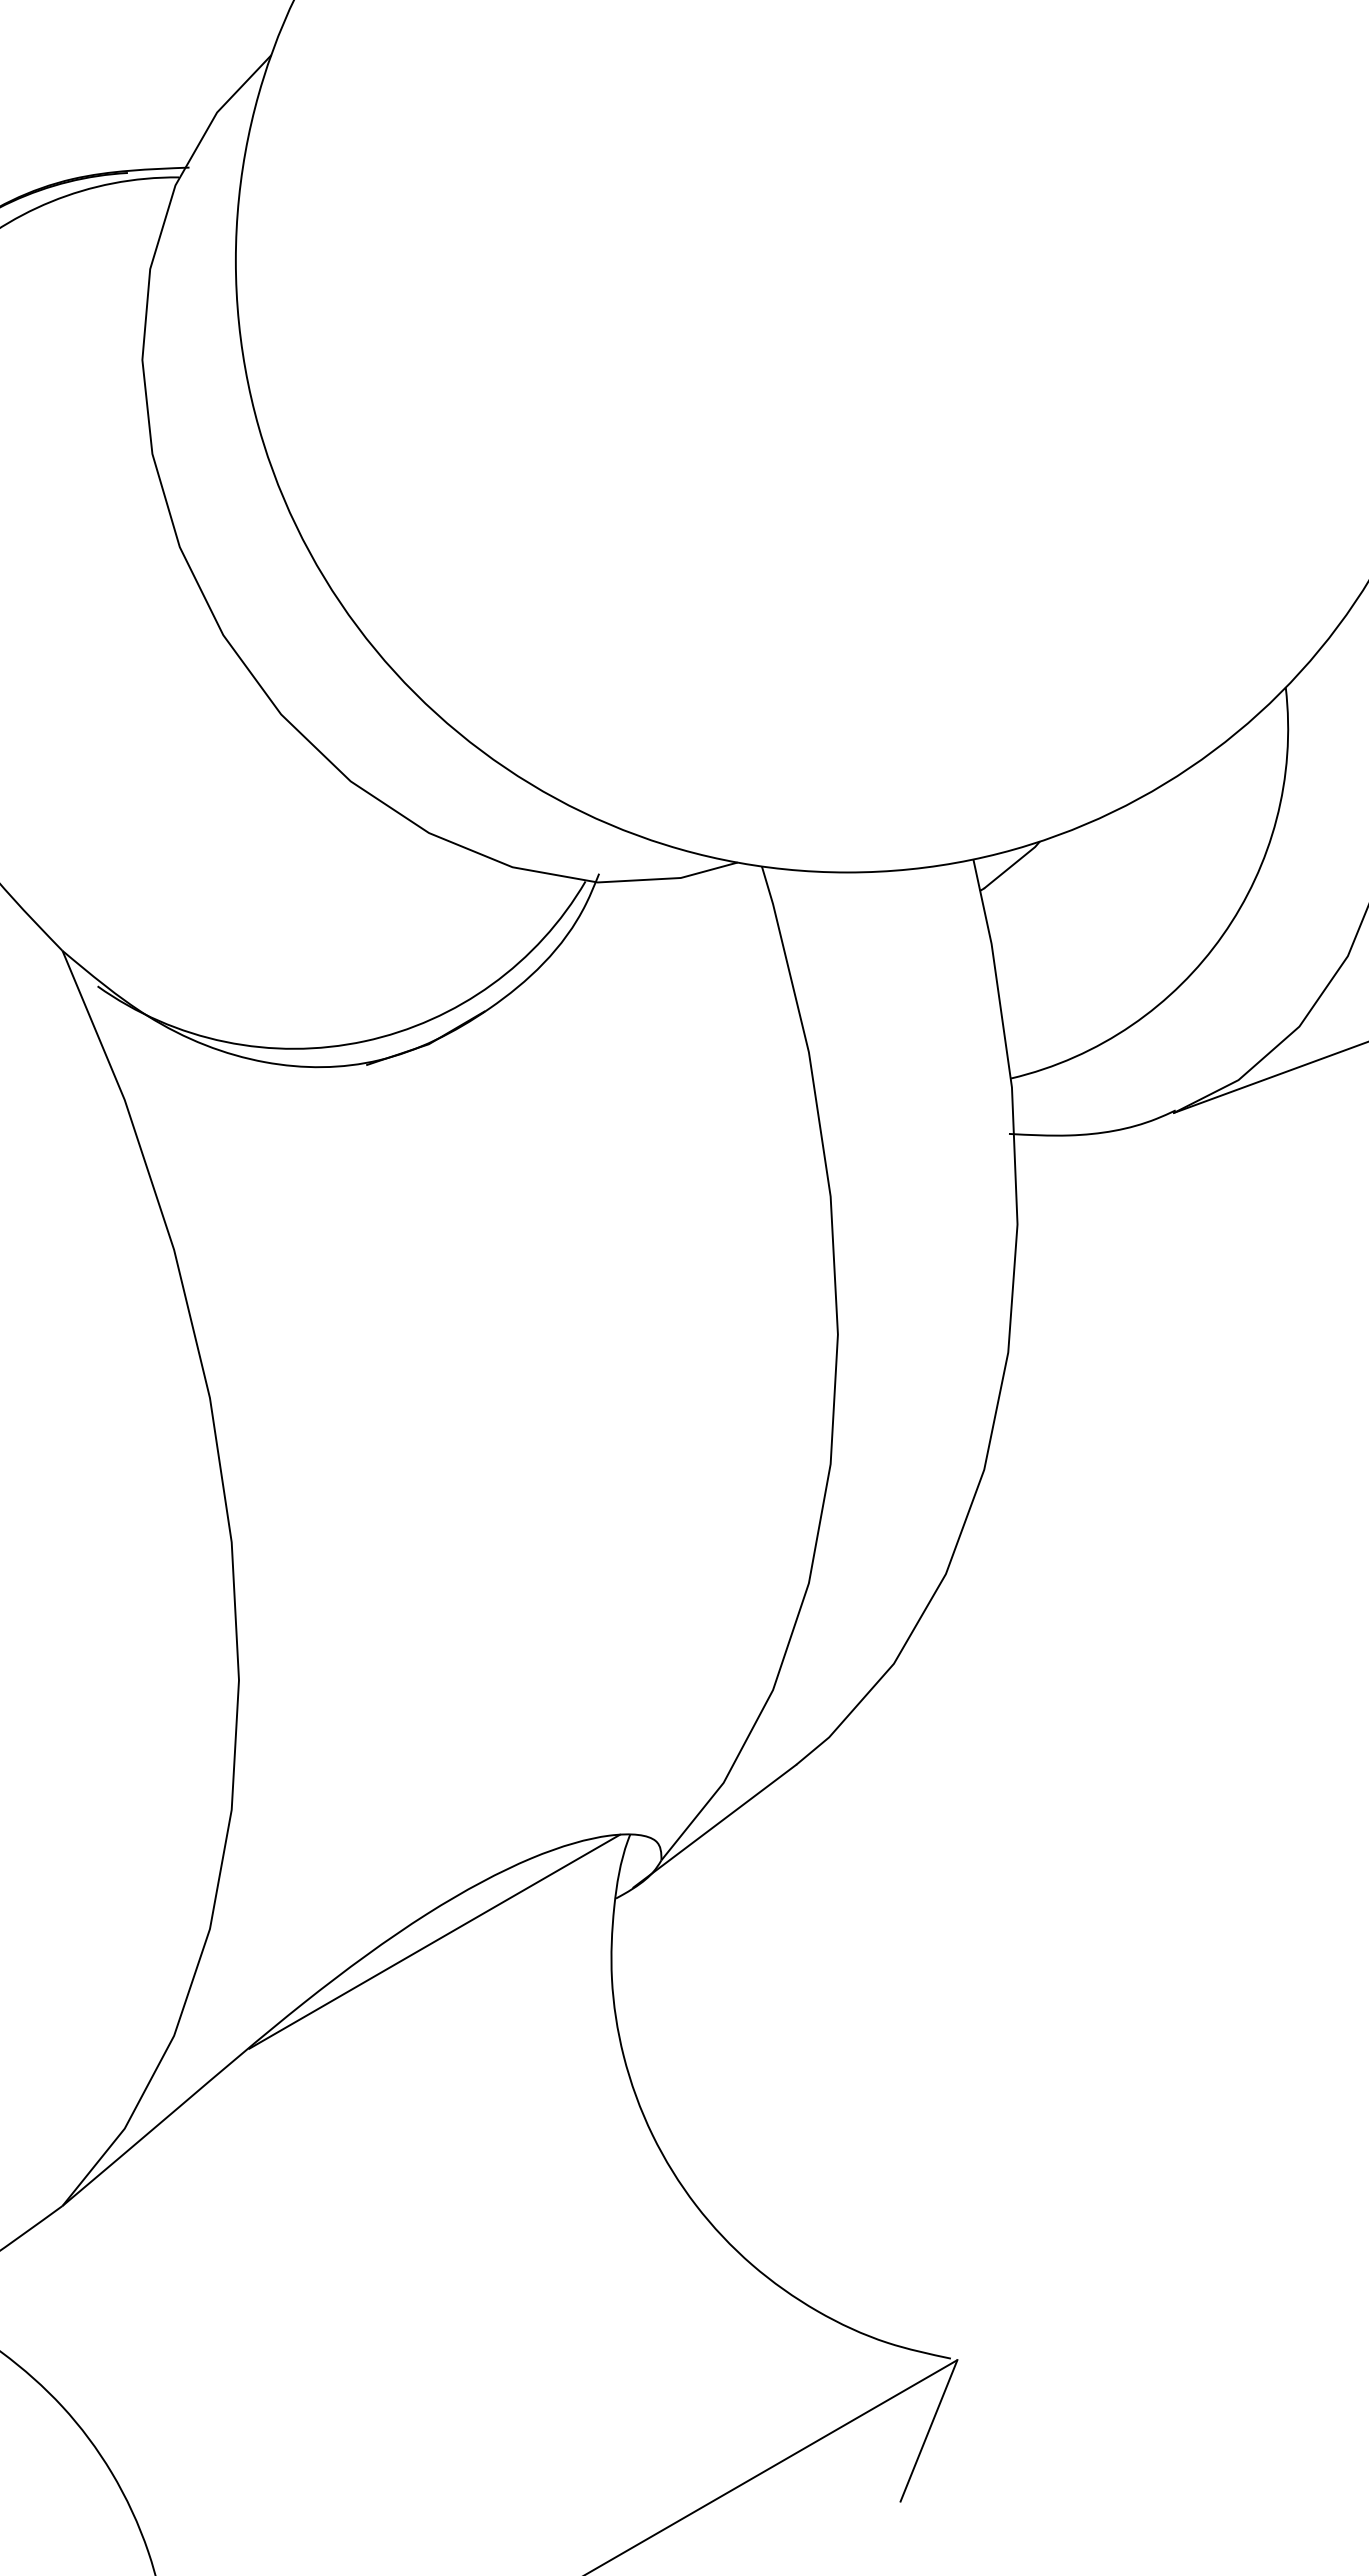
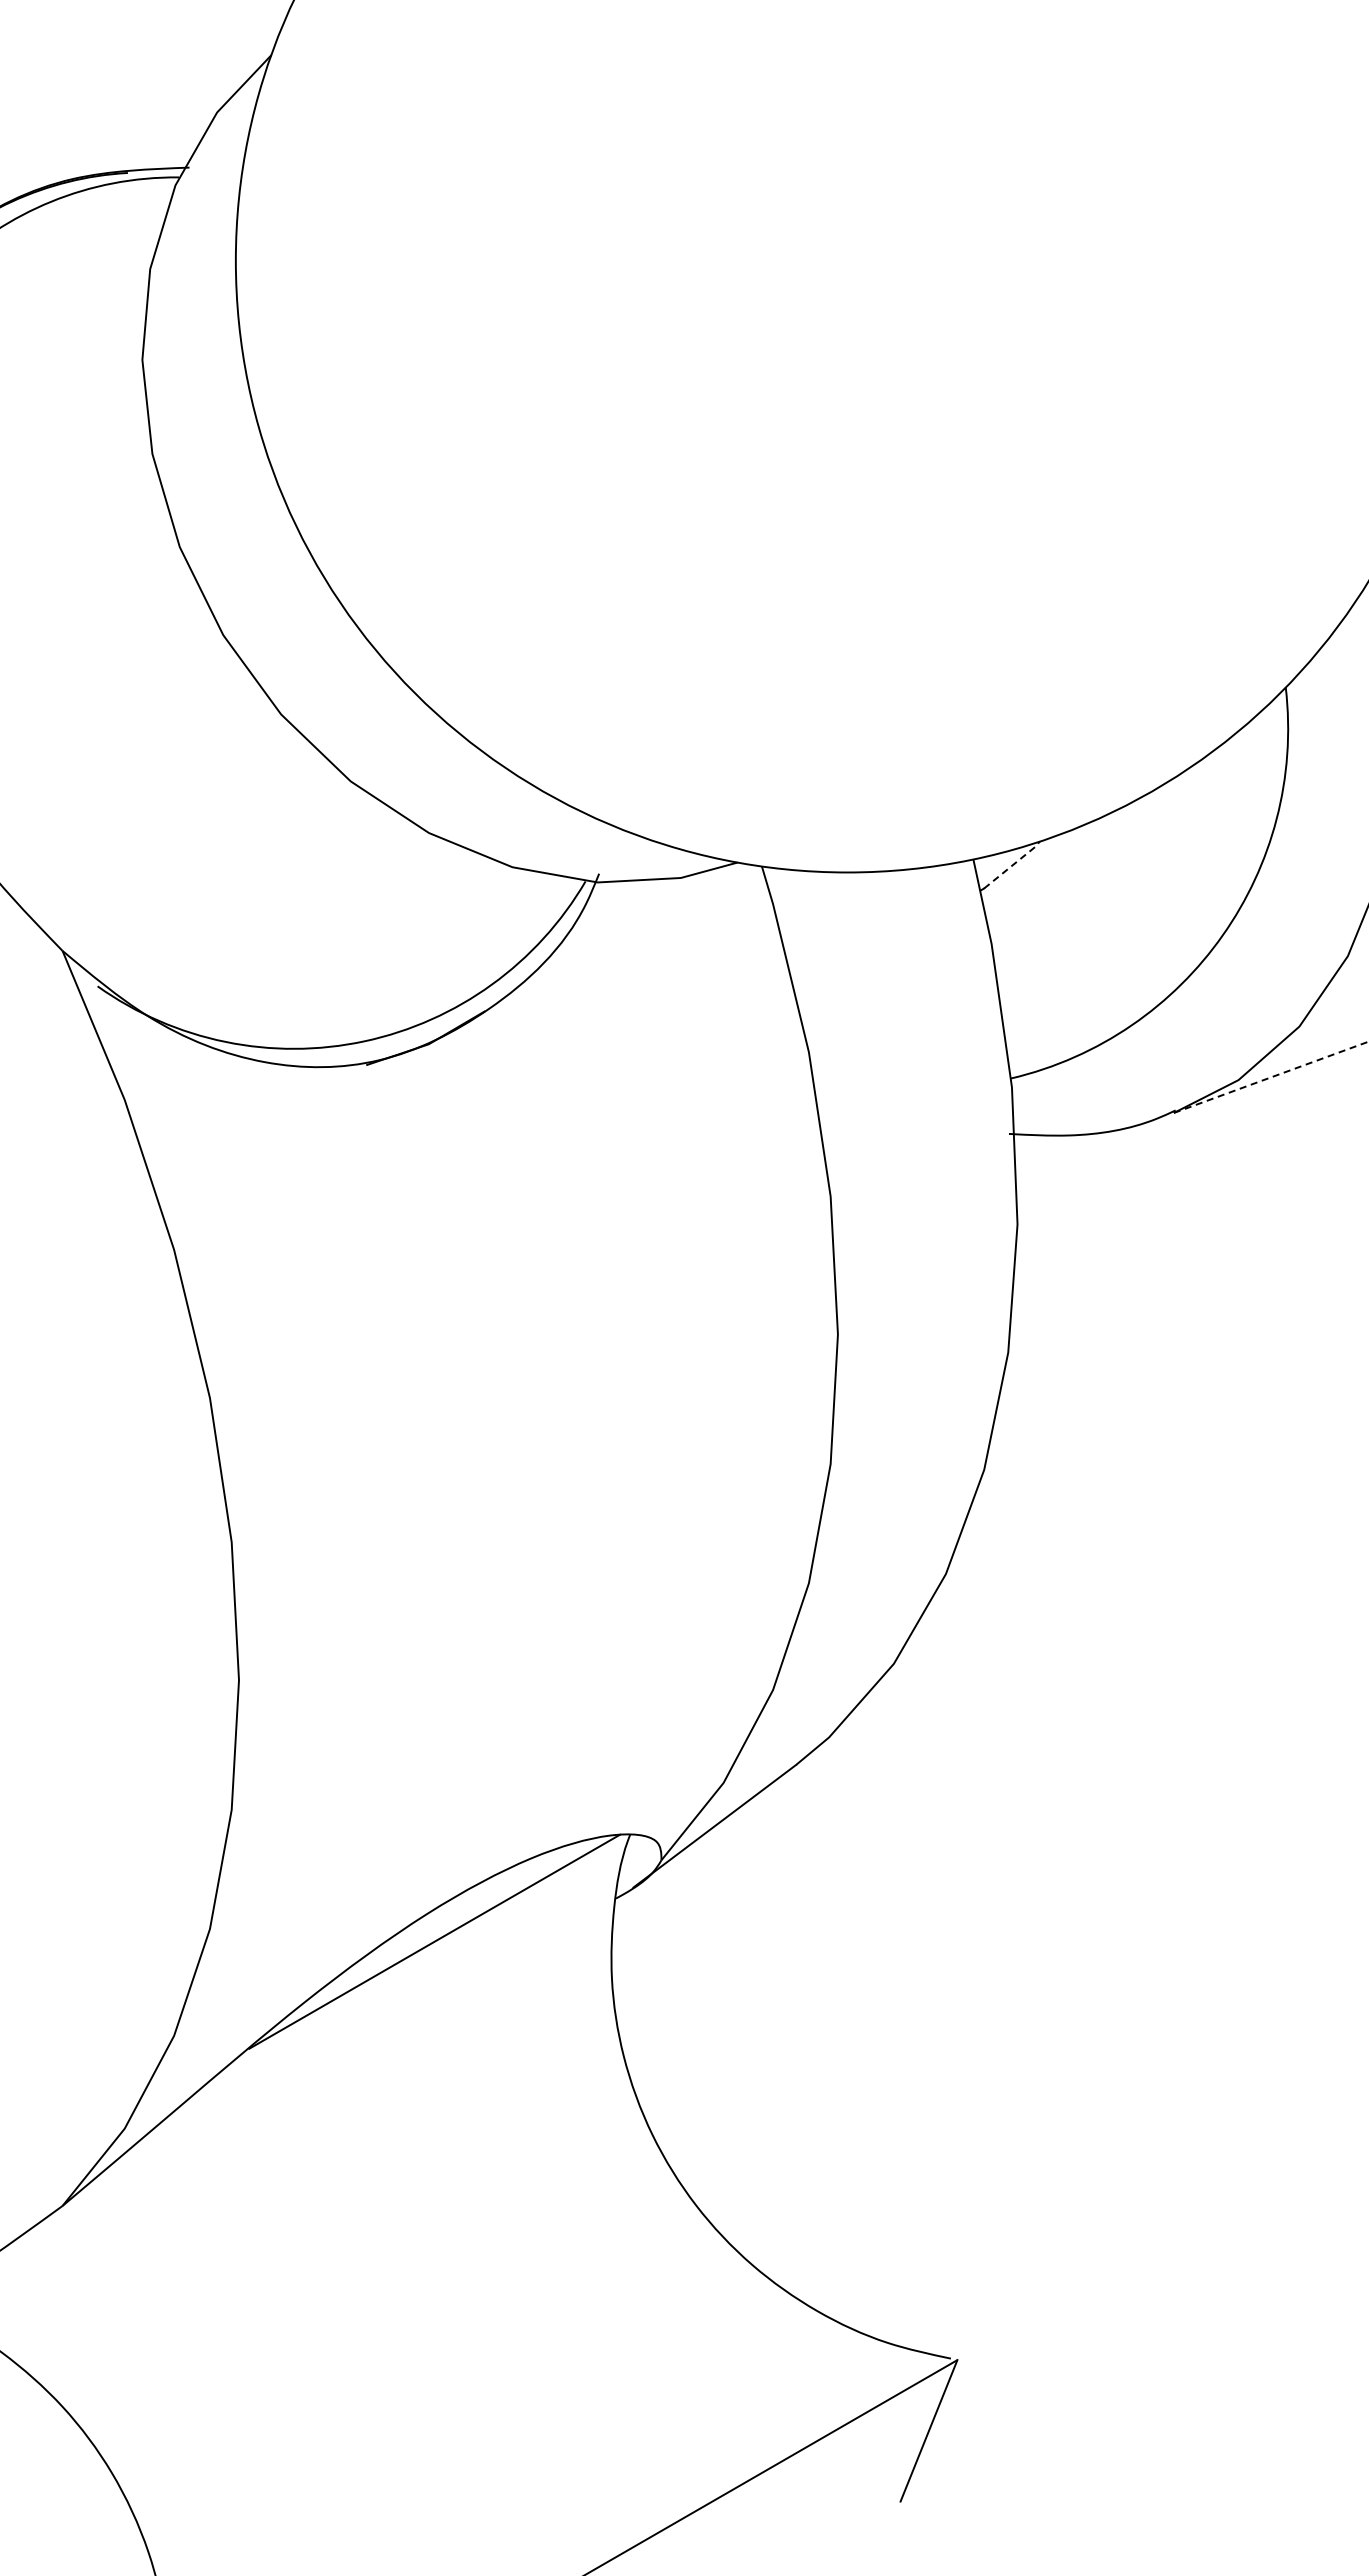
line at (1013, 864): solid -> dashed
line at (1271, 1077): solid -> dashed
